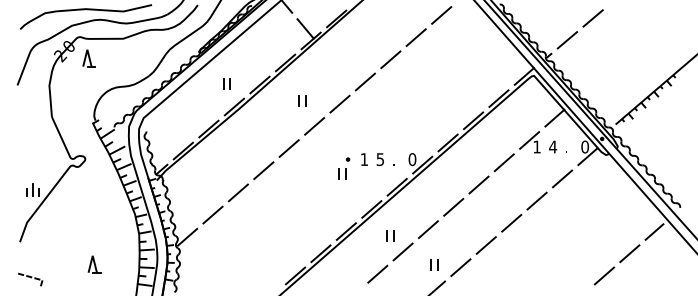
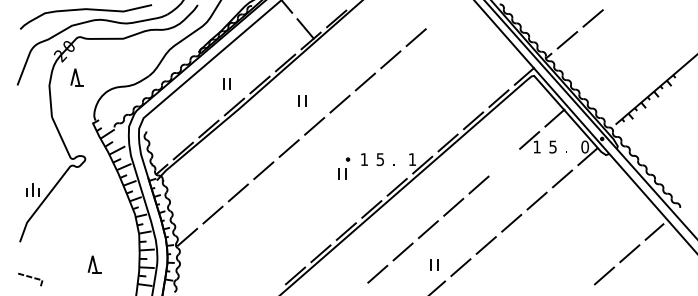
line at (441, 15): present -> none
part at (88, 58) position: (88, 58) -> (76, 77)
text at (553, 146): 4 -> 5
text at (412, 159): 0 -> 1
line at (503, 162): present -> none
part at (390, 235): present -> none
